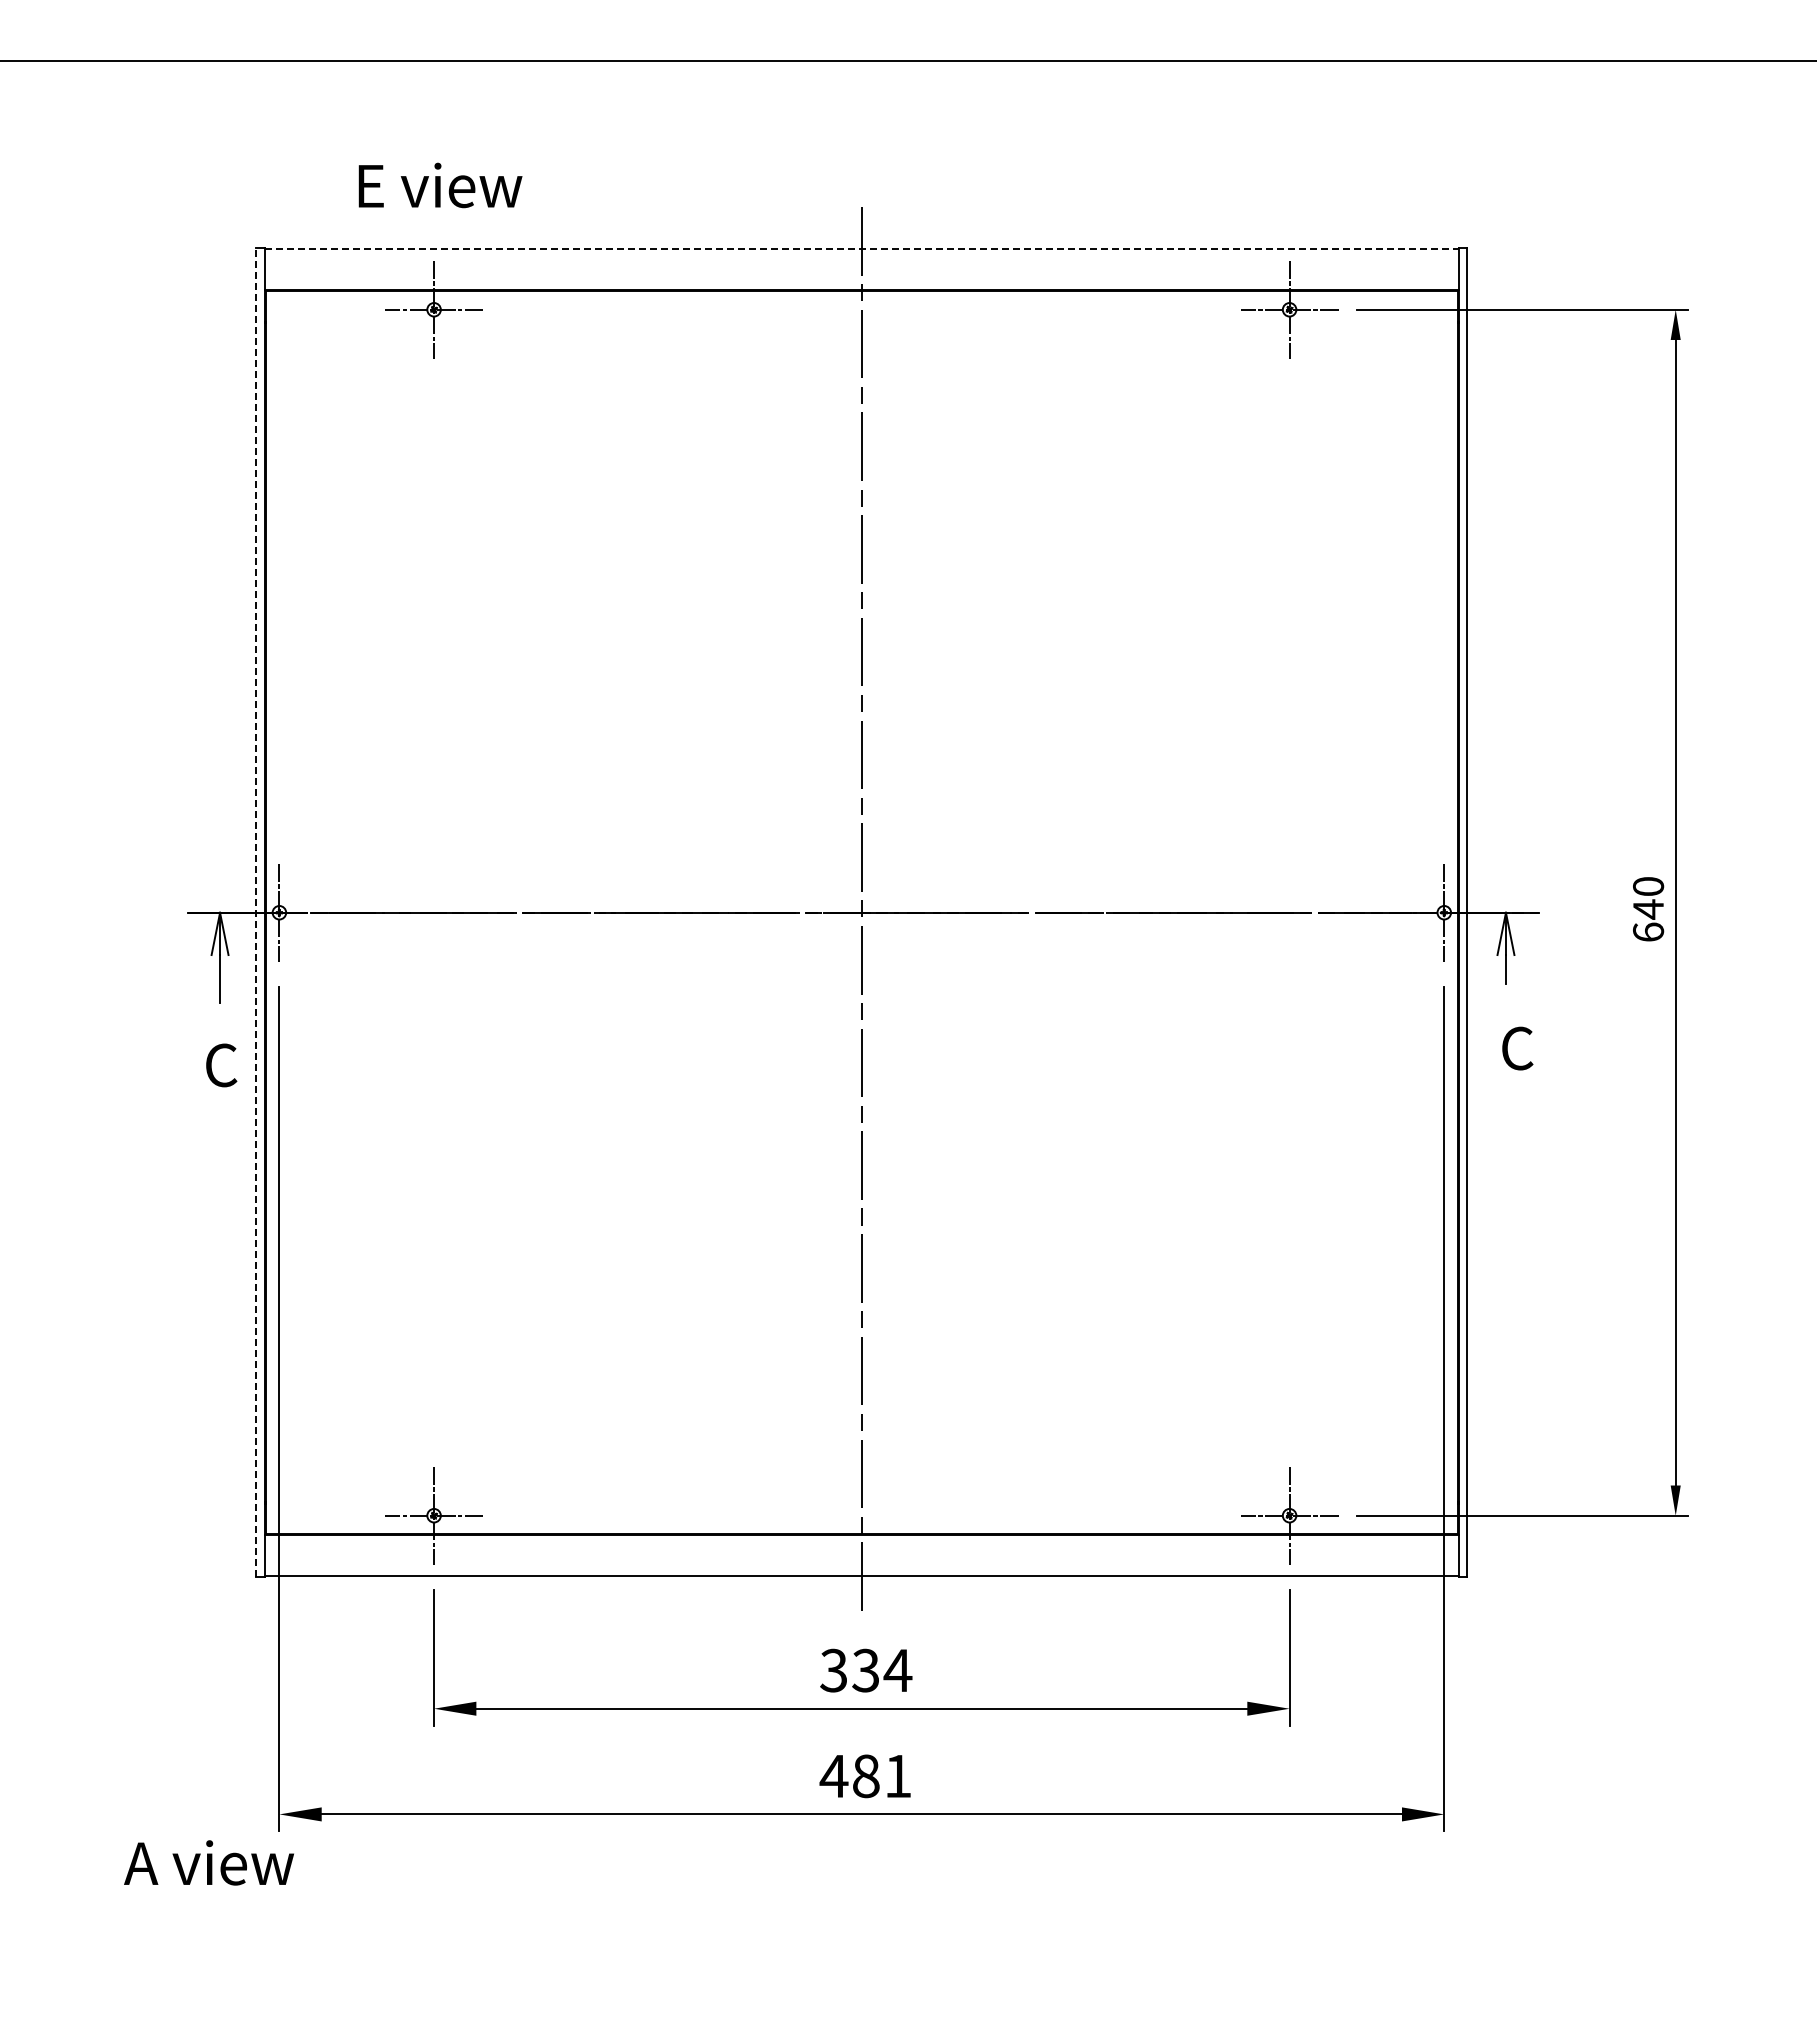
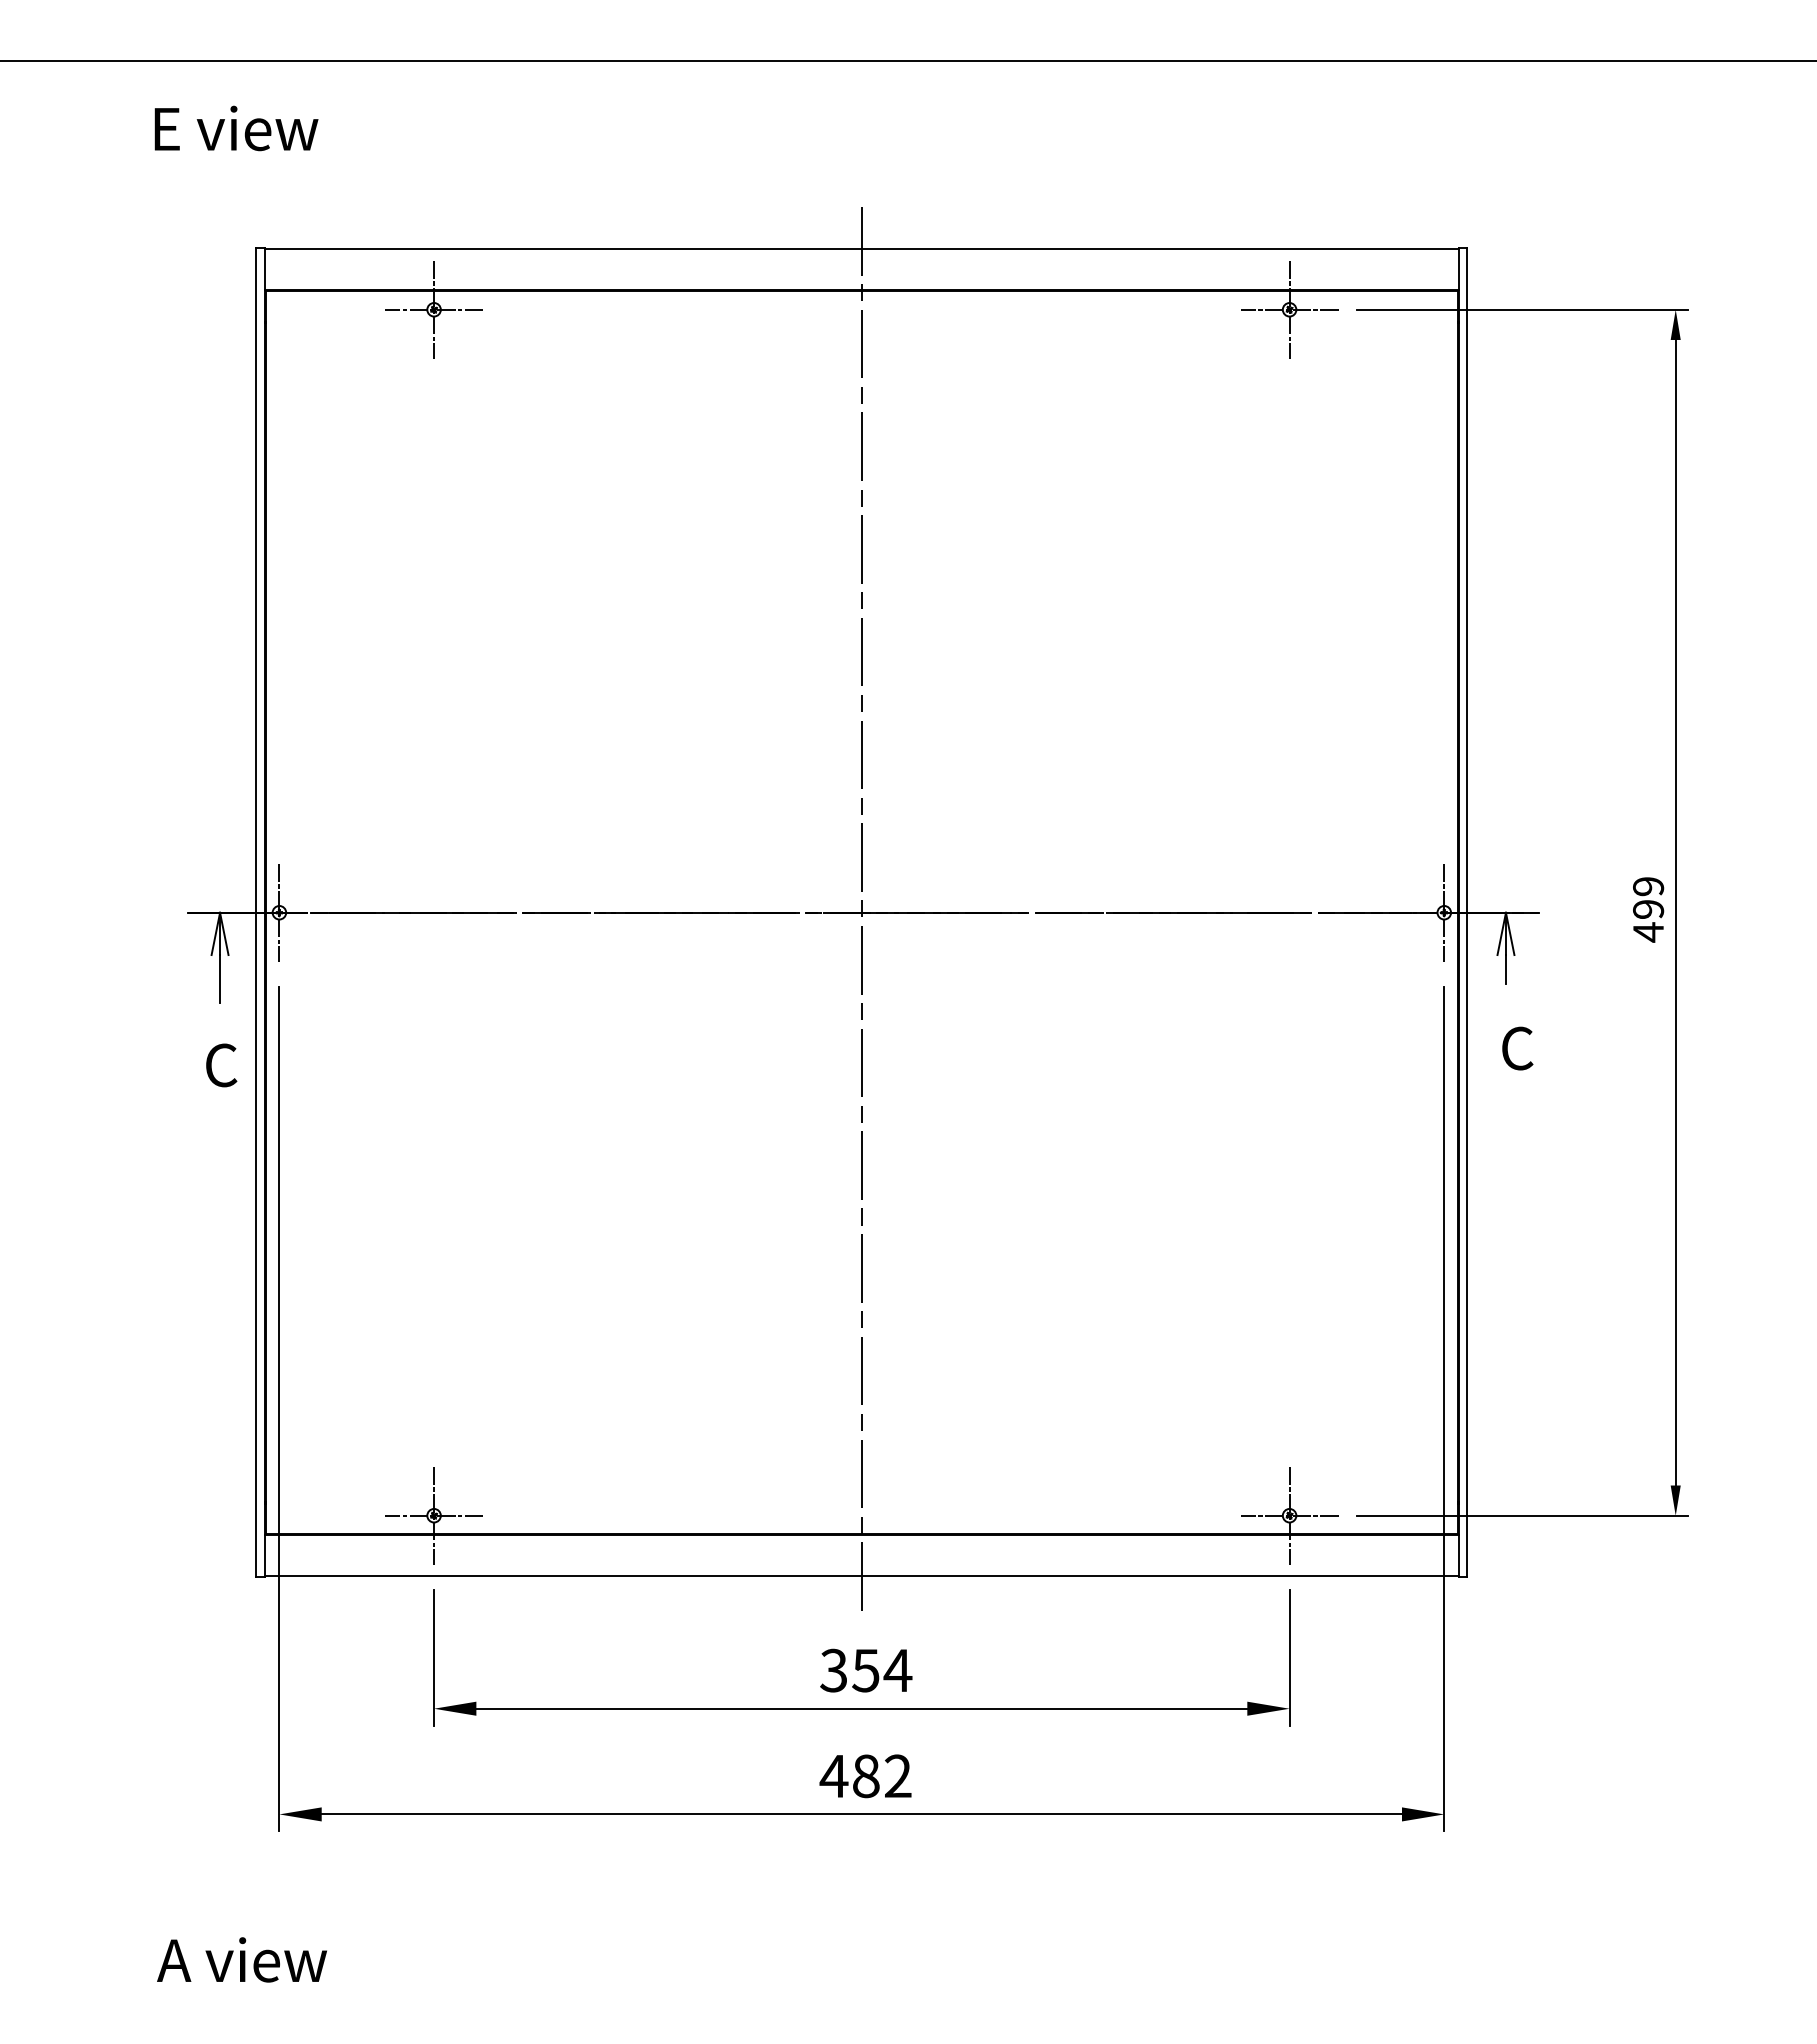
text at (440, 185) position: (440, 185) -> (236, 128)
line at (861, 249): dashed -> solid
text at (1648, 909): 640 -> 499
line at (256, 912): dashed -> solid
text at (865, 1669): 334 -> 354
text at (898, 1775): 481 -> 482
text at (208, 1862) position: (208, 1862) -> (241, 1959)
